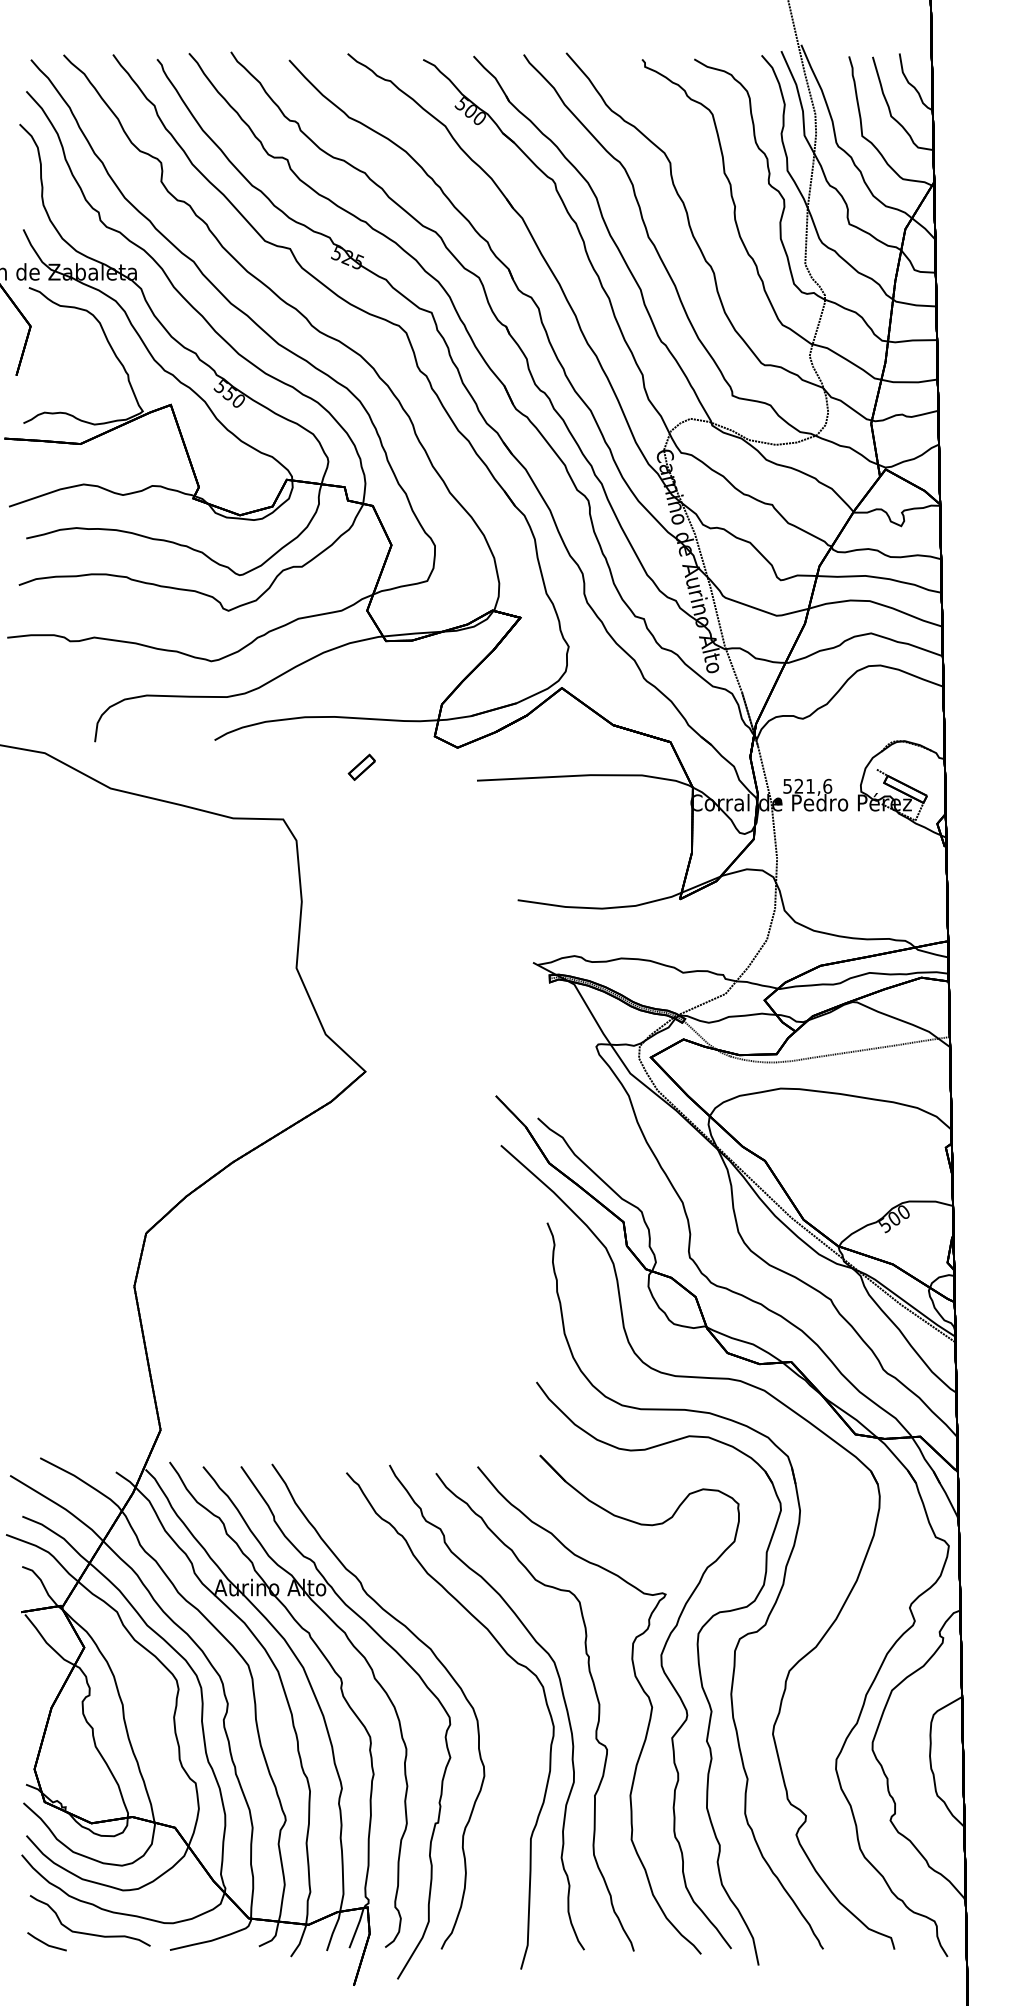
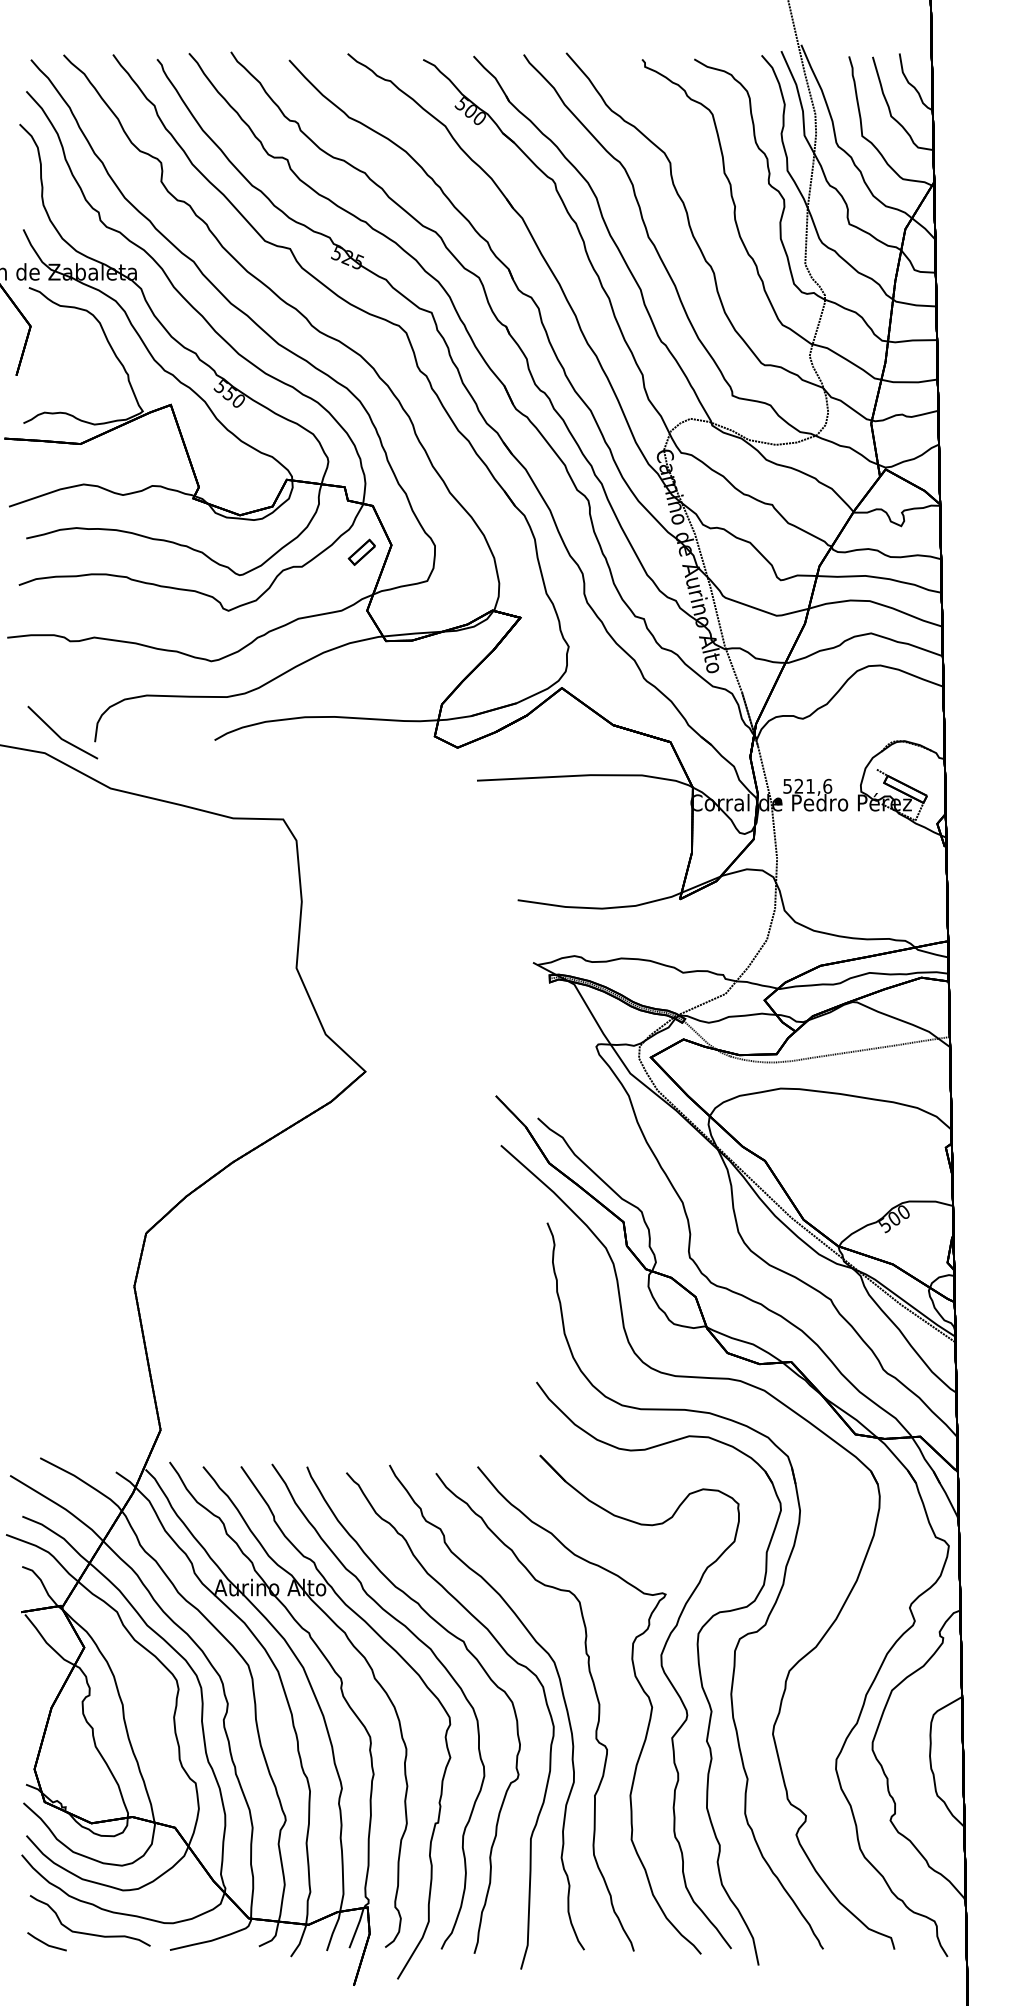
line at (59, 735): none -> present
part at (361, 766) position: (361, 766) -> (361, 551)
part at (469, 1653): none -> present
